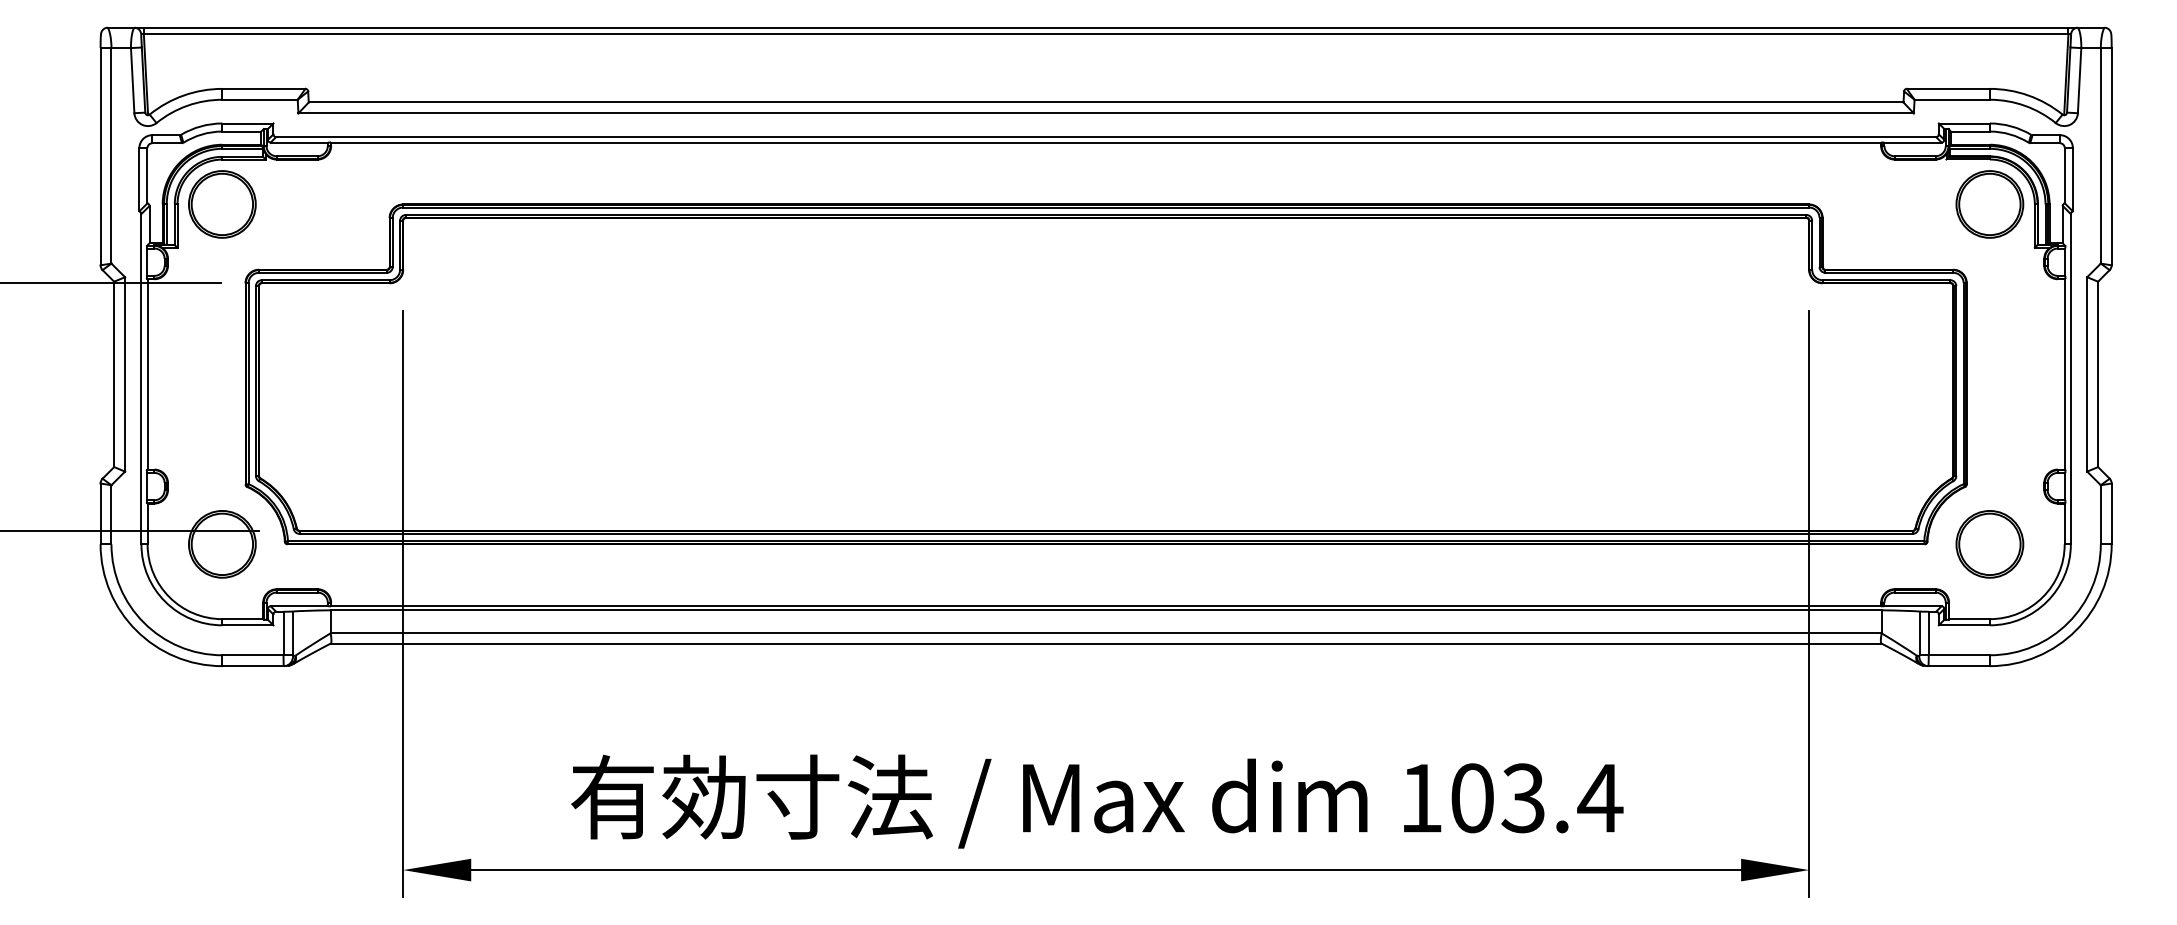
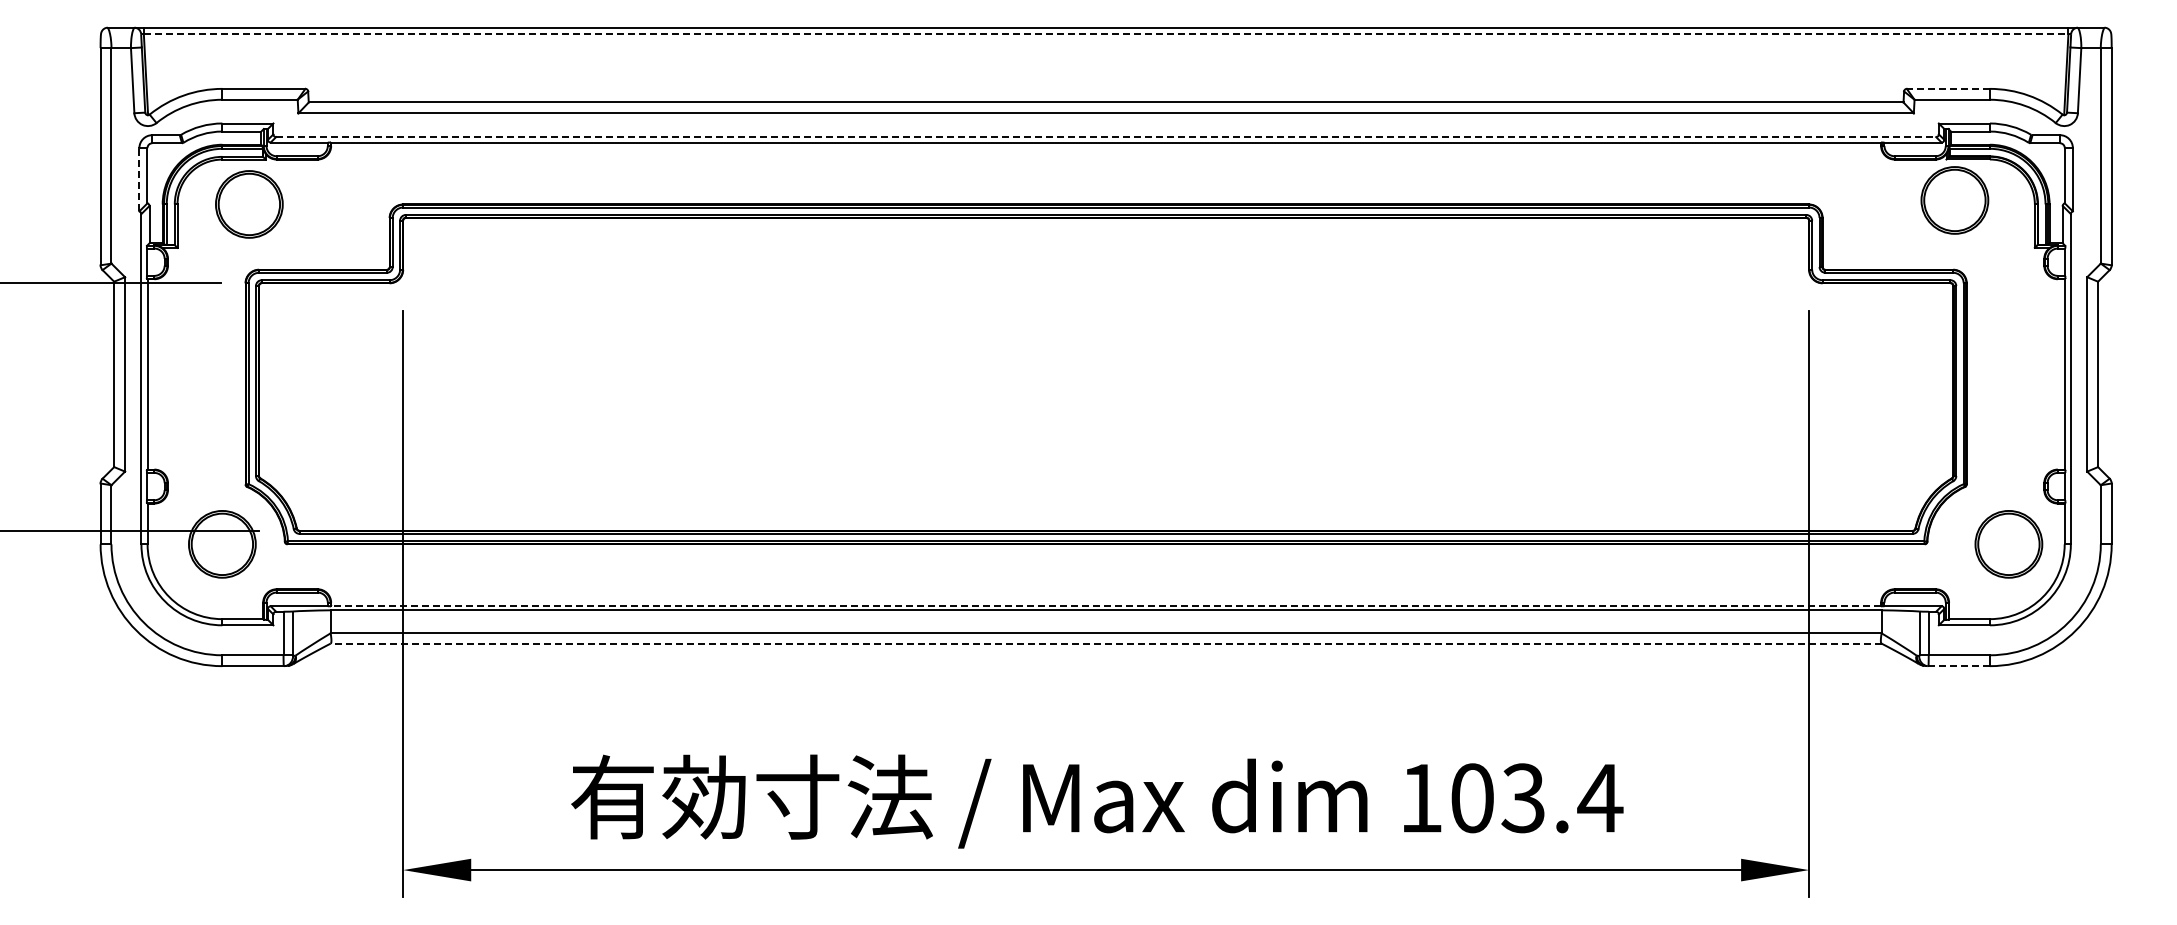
line at (1106, 34): solid -> dashed
line at (1948, 88): solid -> dashed
line at (1106, 137): solid -> dashed
line at (139, 179): solid -> dashed
part at (222, 204) position: (222, 204) -> (249, 204)
part at (1989, 204) position: (1989, 204) -> (1954, 200)
part at (1989, 544) position: (1989, 544) -> (2008, 544)
line at (1106, 605): solid -> dashed
line at (1105, 643): solid -> dashed
line at (1959, 666): solid -> dashed
